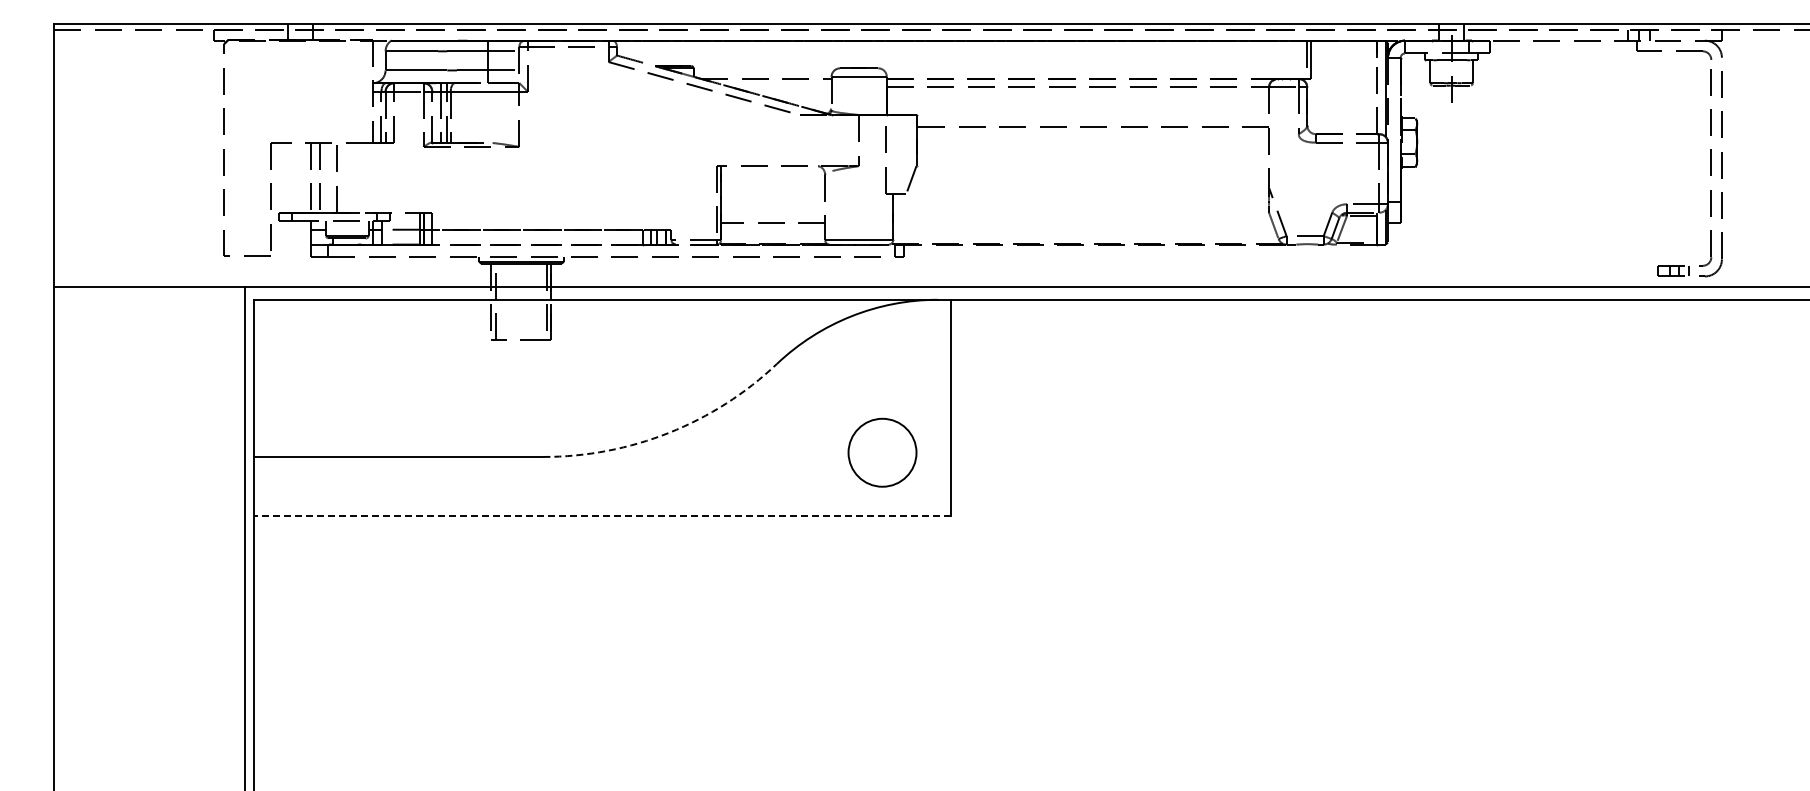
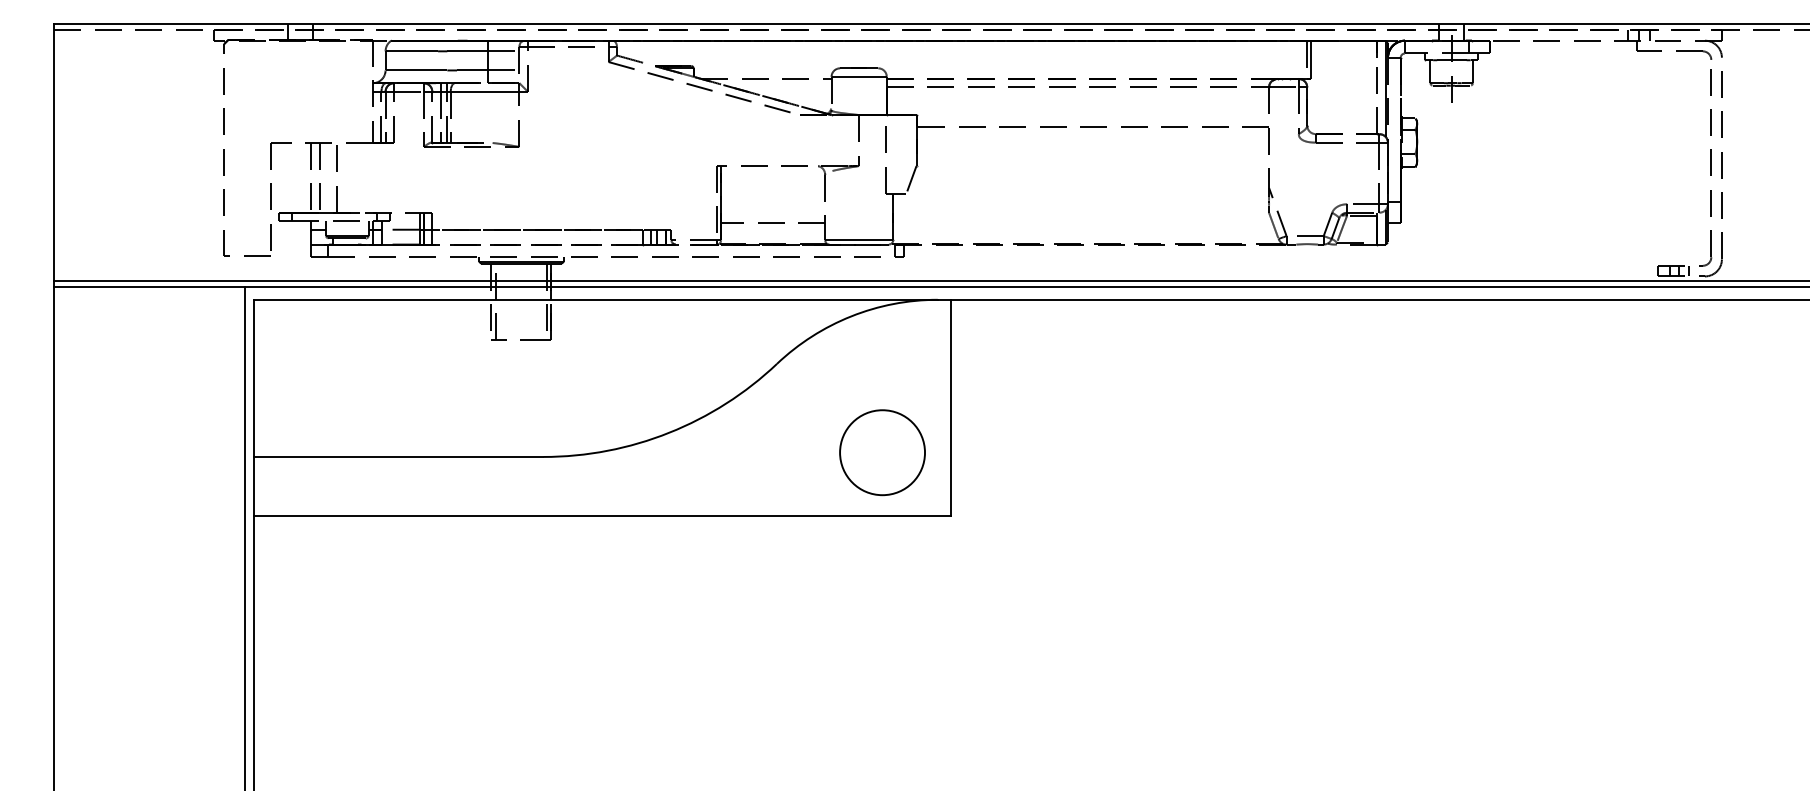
line at (930, 280): none -> present
arc at (669, 432): dashed -> solid
circle at (882, 452) size: 71x71 px -> 87x88 px
line at (601, 516): dashed -> solid
